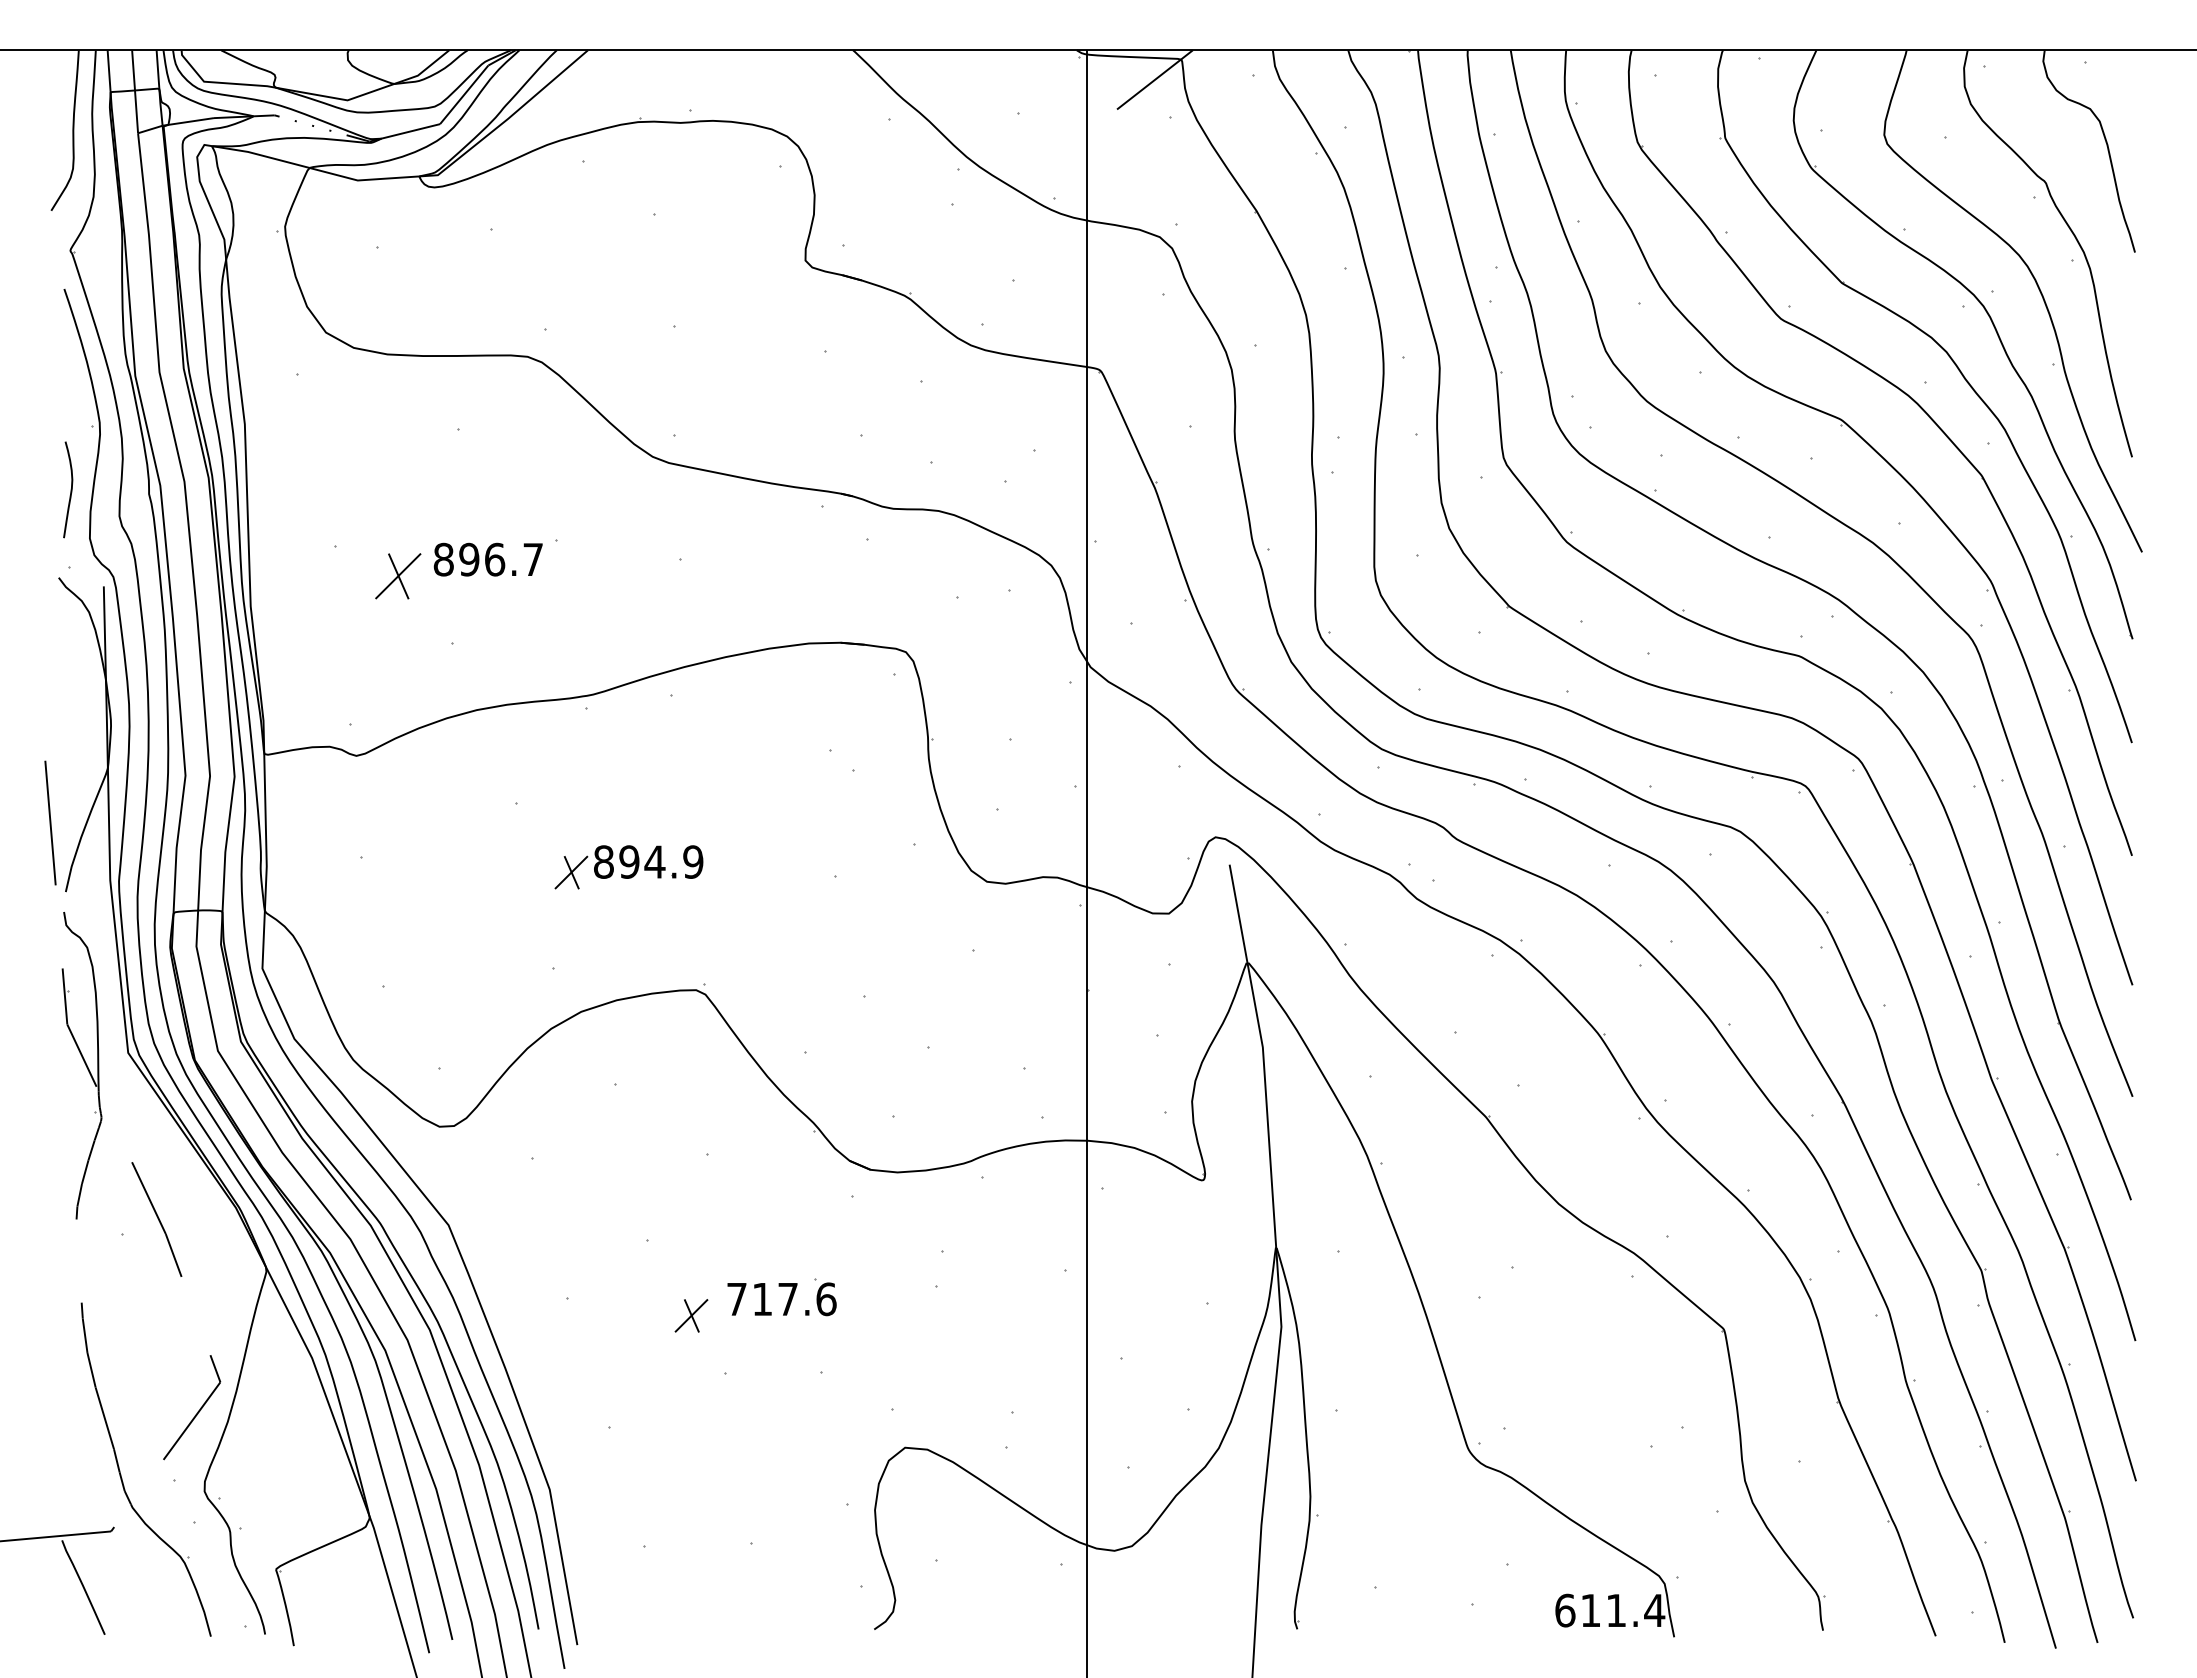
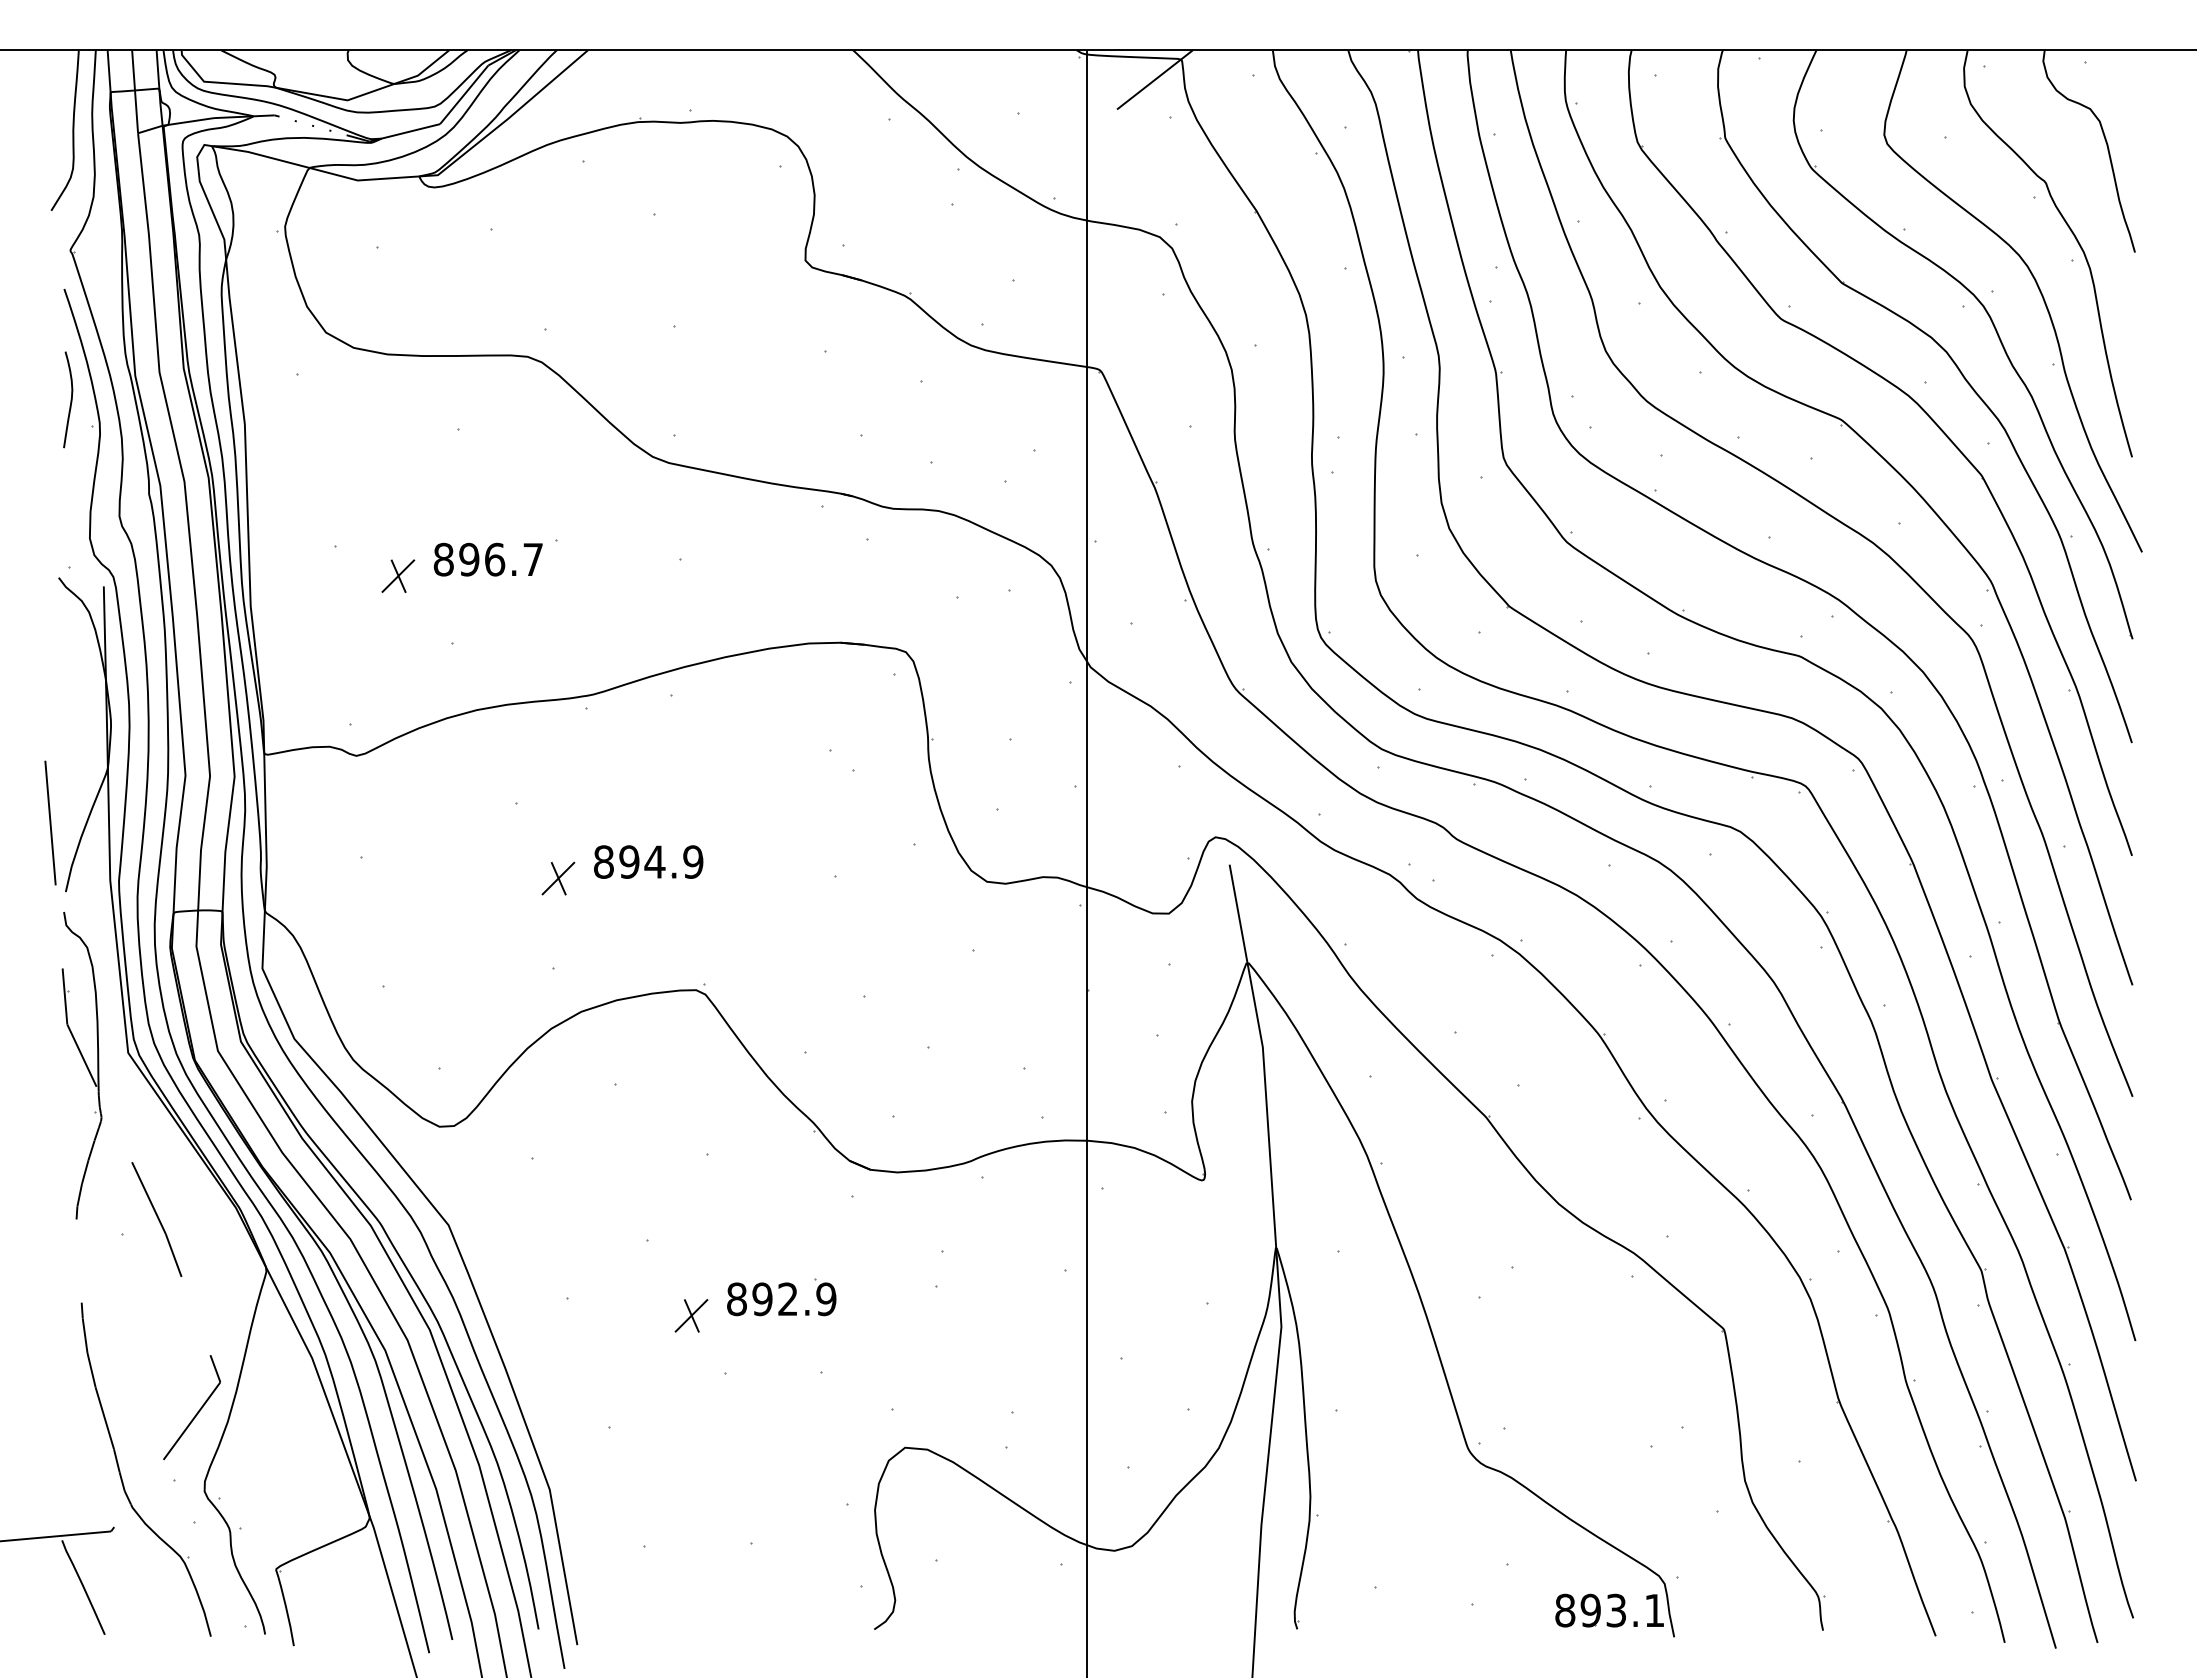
curve at (70, 489) position: (70, 489) -> (70, 399)
part at (398, 576) size: 47x47 px -> 35x34 px
part at (571, 872) position: (571, 872) -> (558, 878)
text at (781, 1299): 717.6 -> 892.9
text at (1610, 1610): 611.4 -> 893.1
